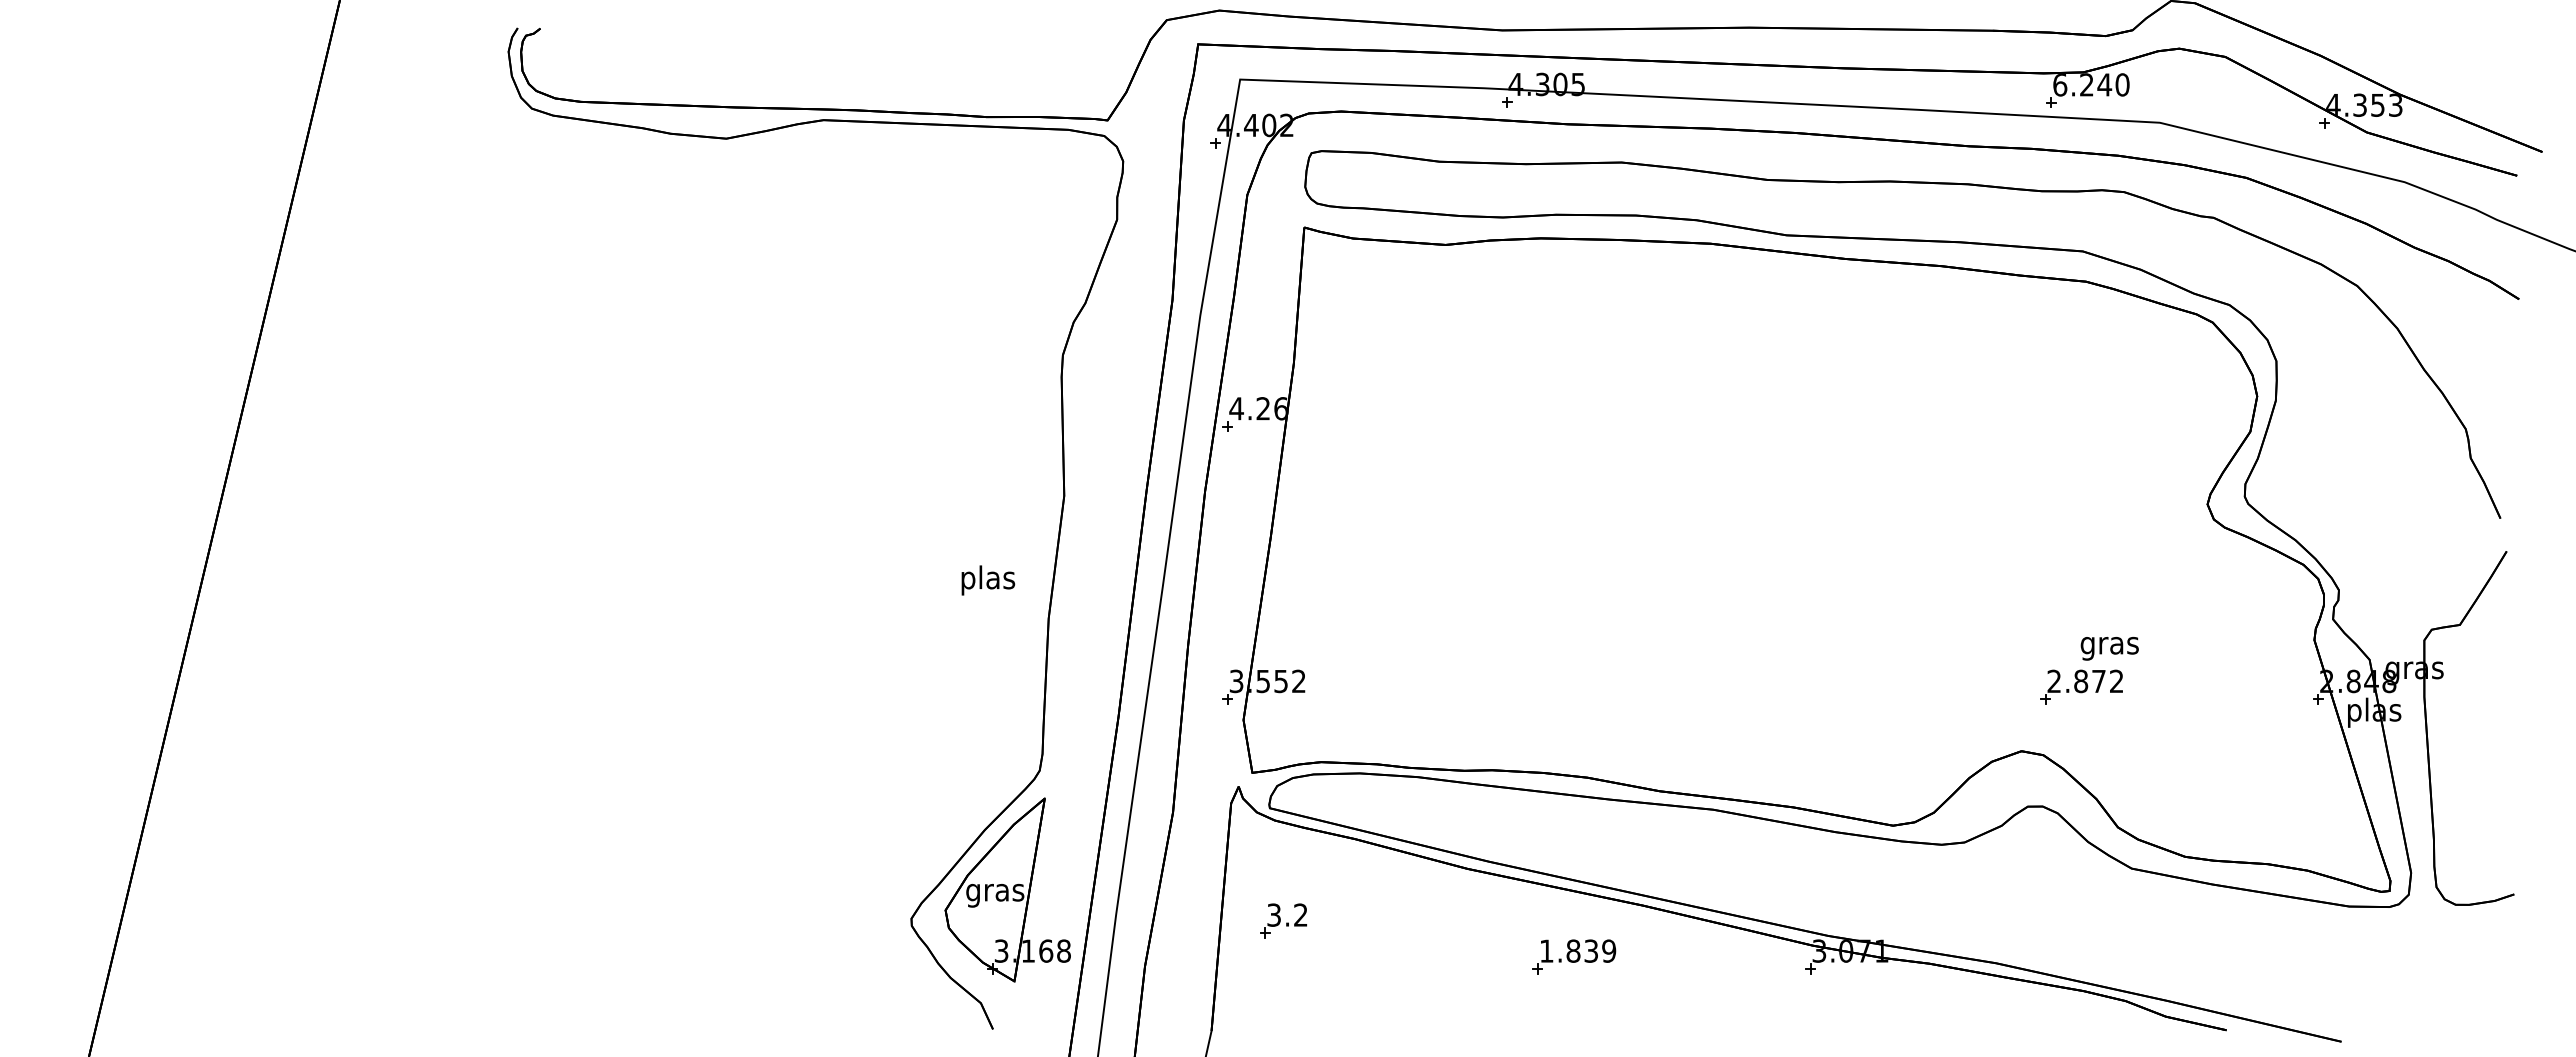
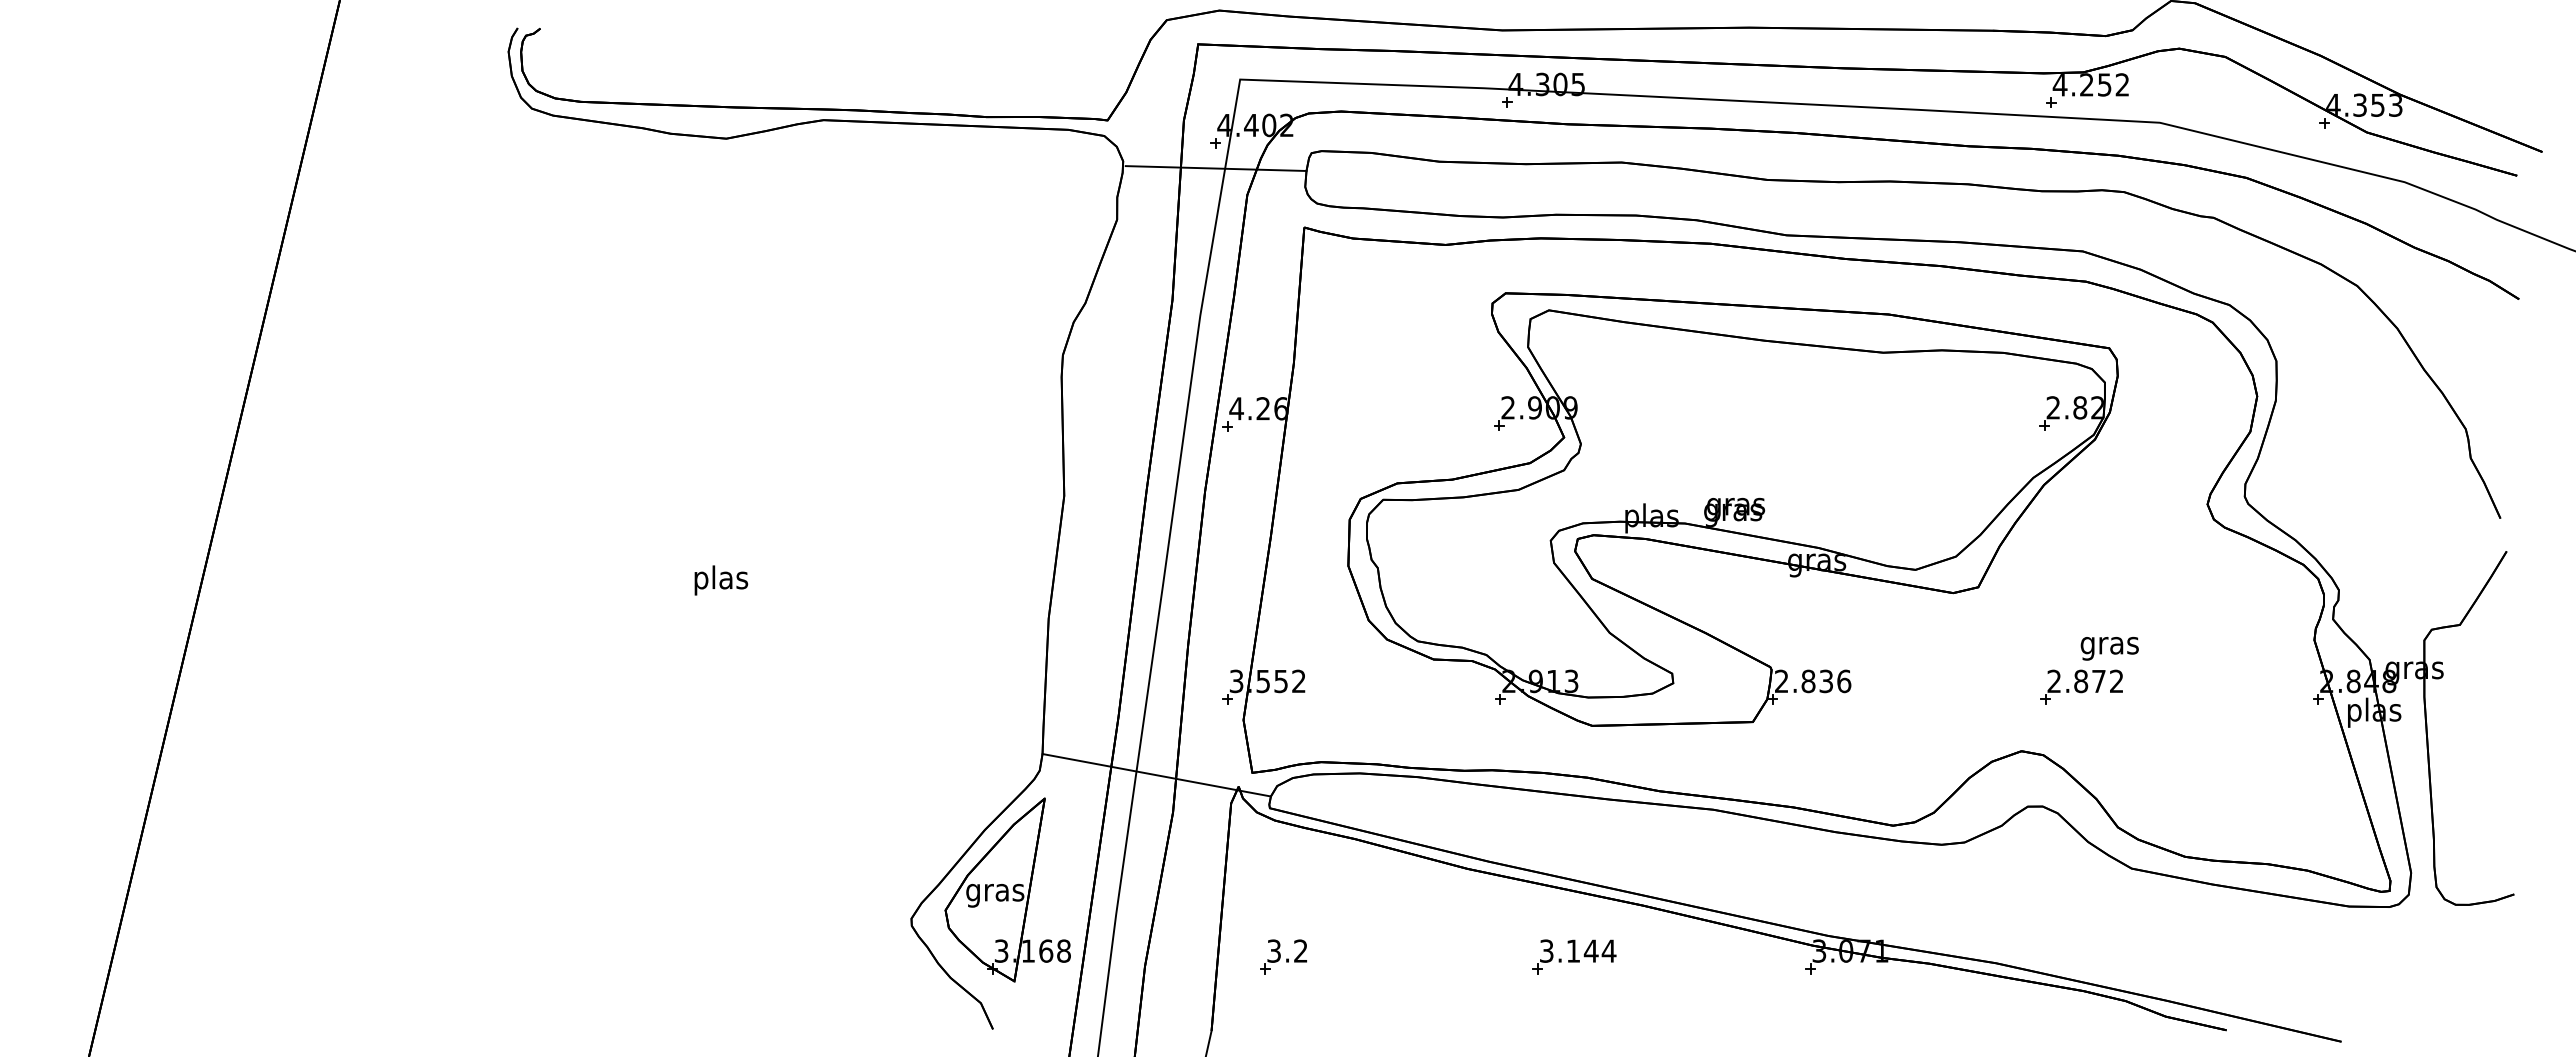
text at (2090, 84): 6.240 -> 4.252
line at (1215, 168): none -> present
part at (1732, 509): none -> present
text at (988, 580) position: (988, 580) -> (721, 580)
line at (1156, 775): none -> present
part at (1283, 920) position: (1283, 920) -> (1283, 956)
text at (1578, 950): 1.839 -> 3.144
